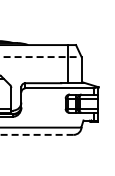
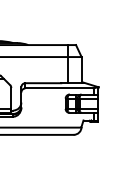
line at (41, 57): dashed -> solid
line at (36, 134): dashed -> solid
